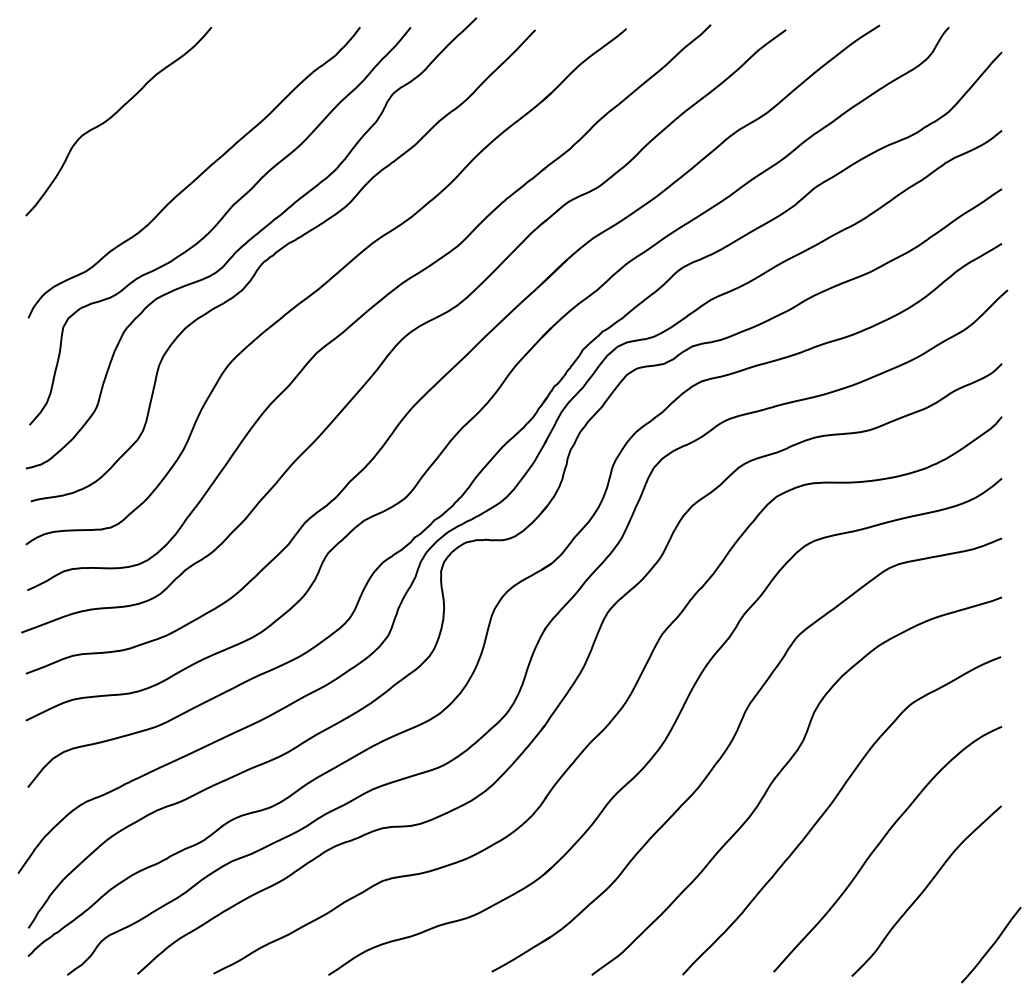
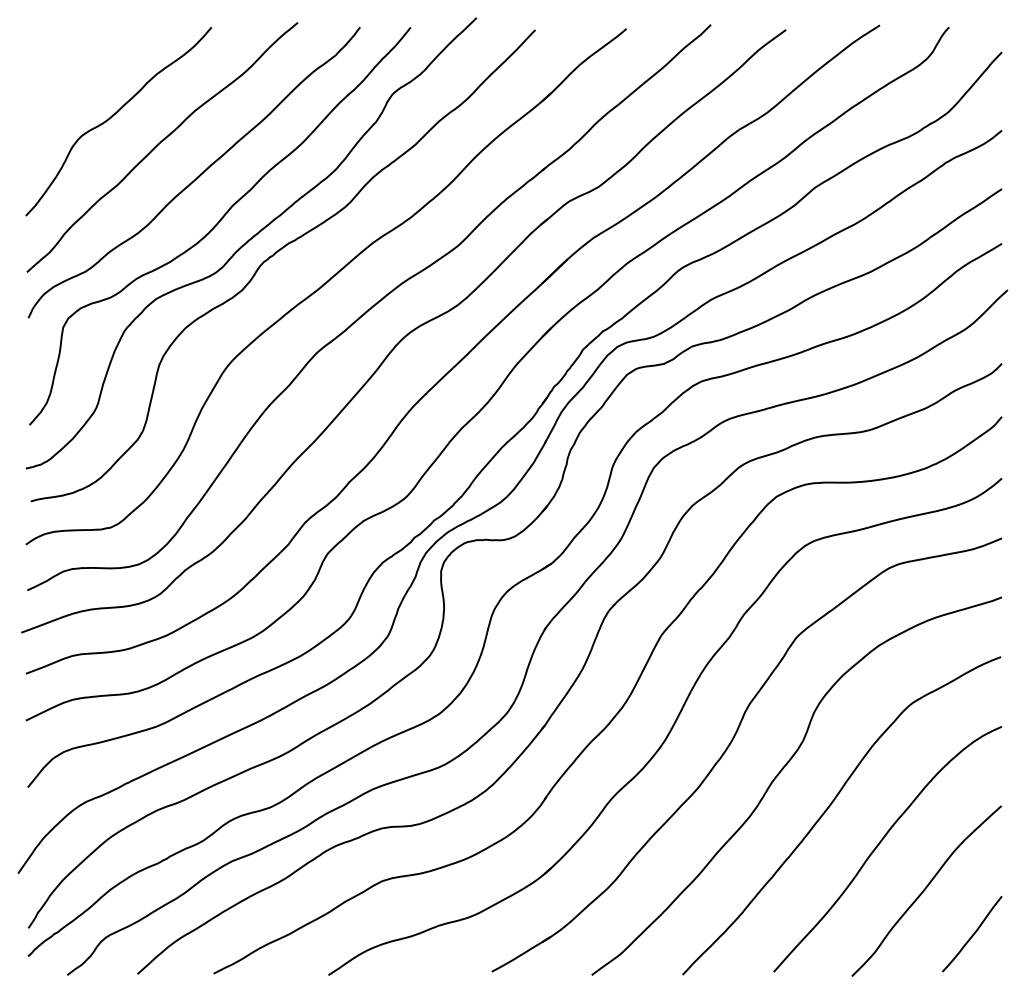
curve at (159, 144): none -> present
curve at (991, 945) position: (991, 945) -> (972, 934)
